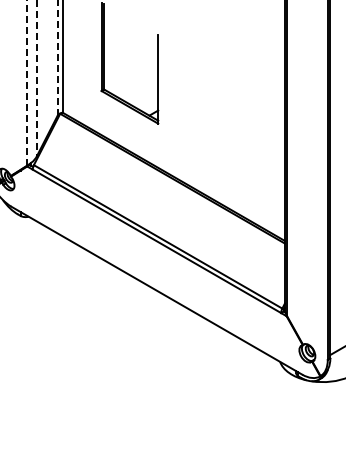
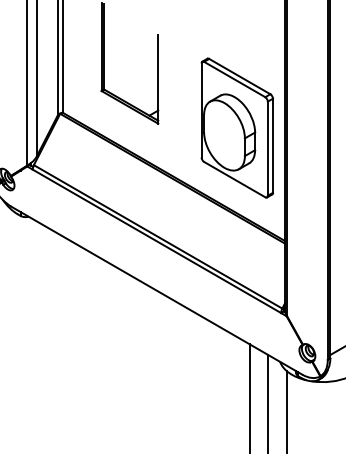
line at (57, 58): dashed -> solid
line at (37, 78): dashed -> solid
line at (26, 82): dashed -> solid
part at (236, 127): none -> present
line at (249, 397): none -> present
line at (267, 402): none -> present
line at (286, 410): none -> present
